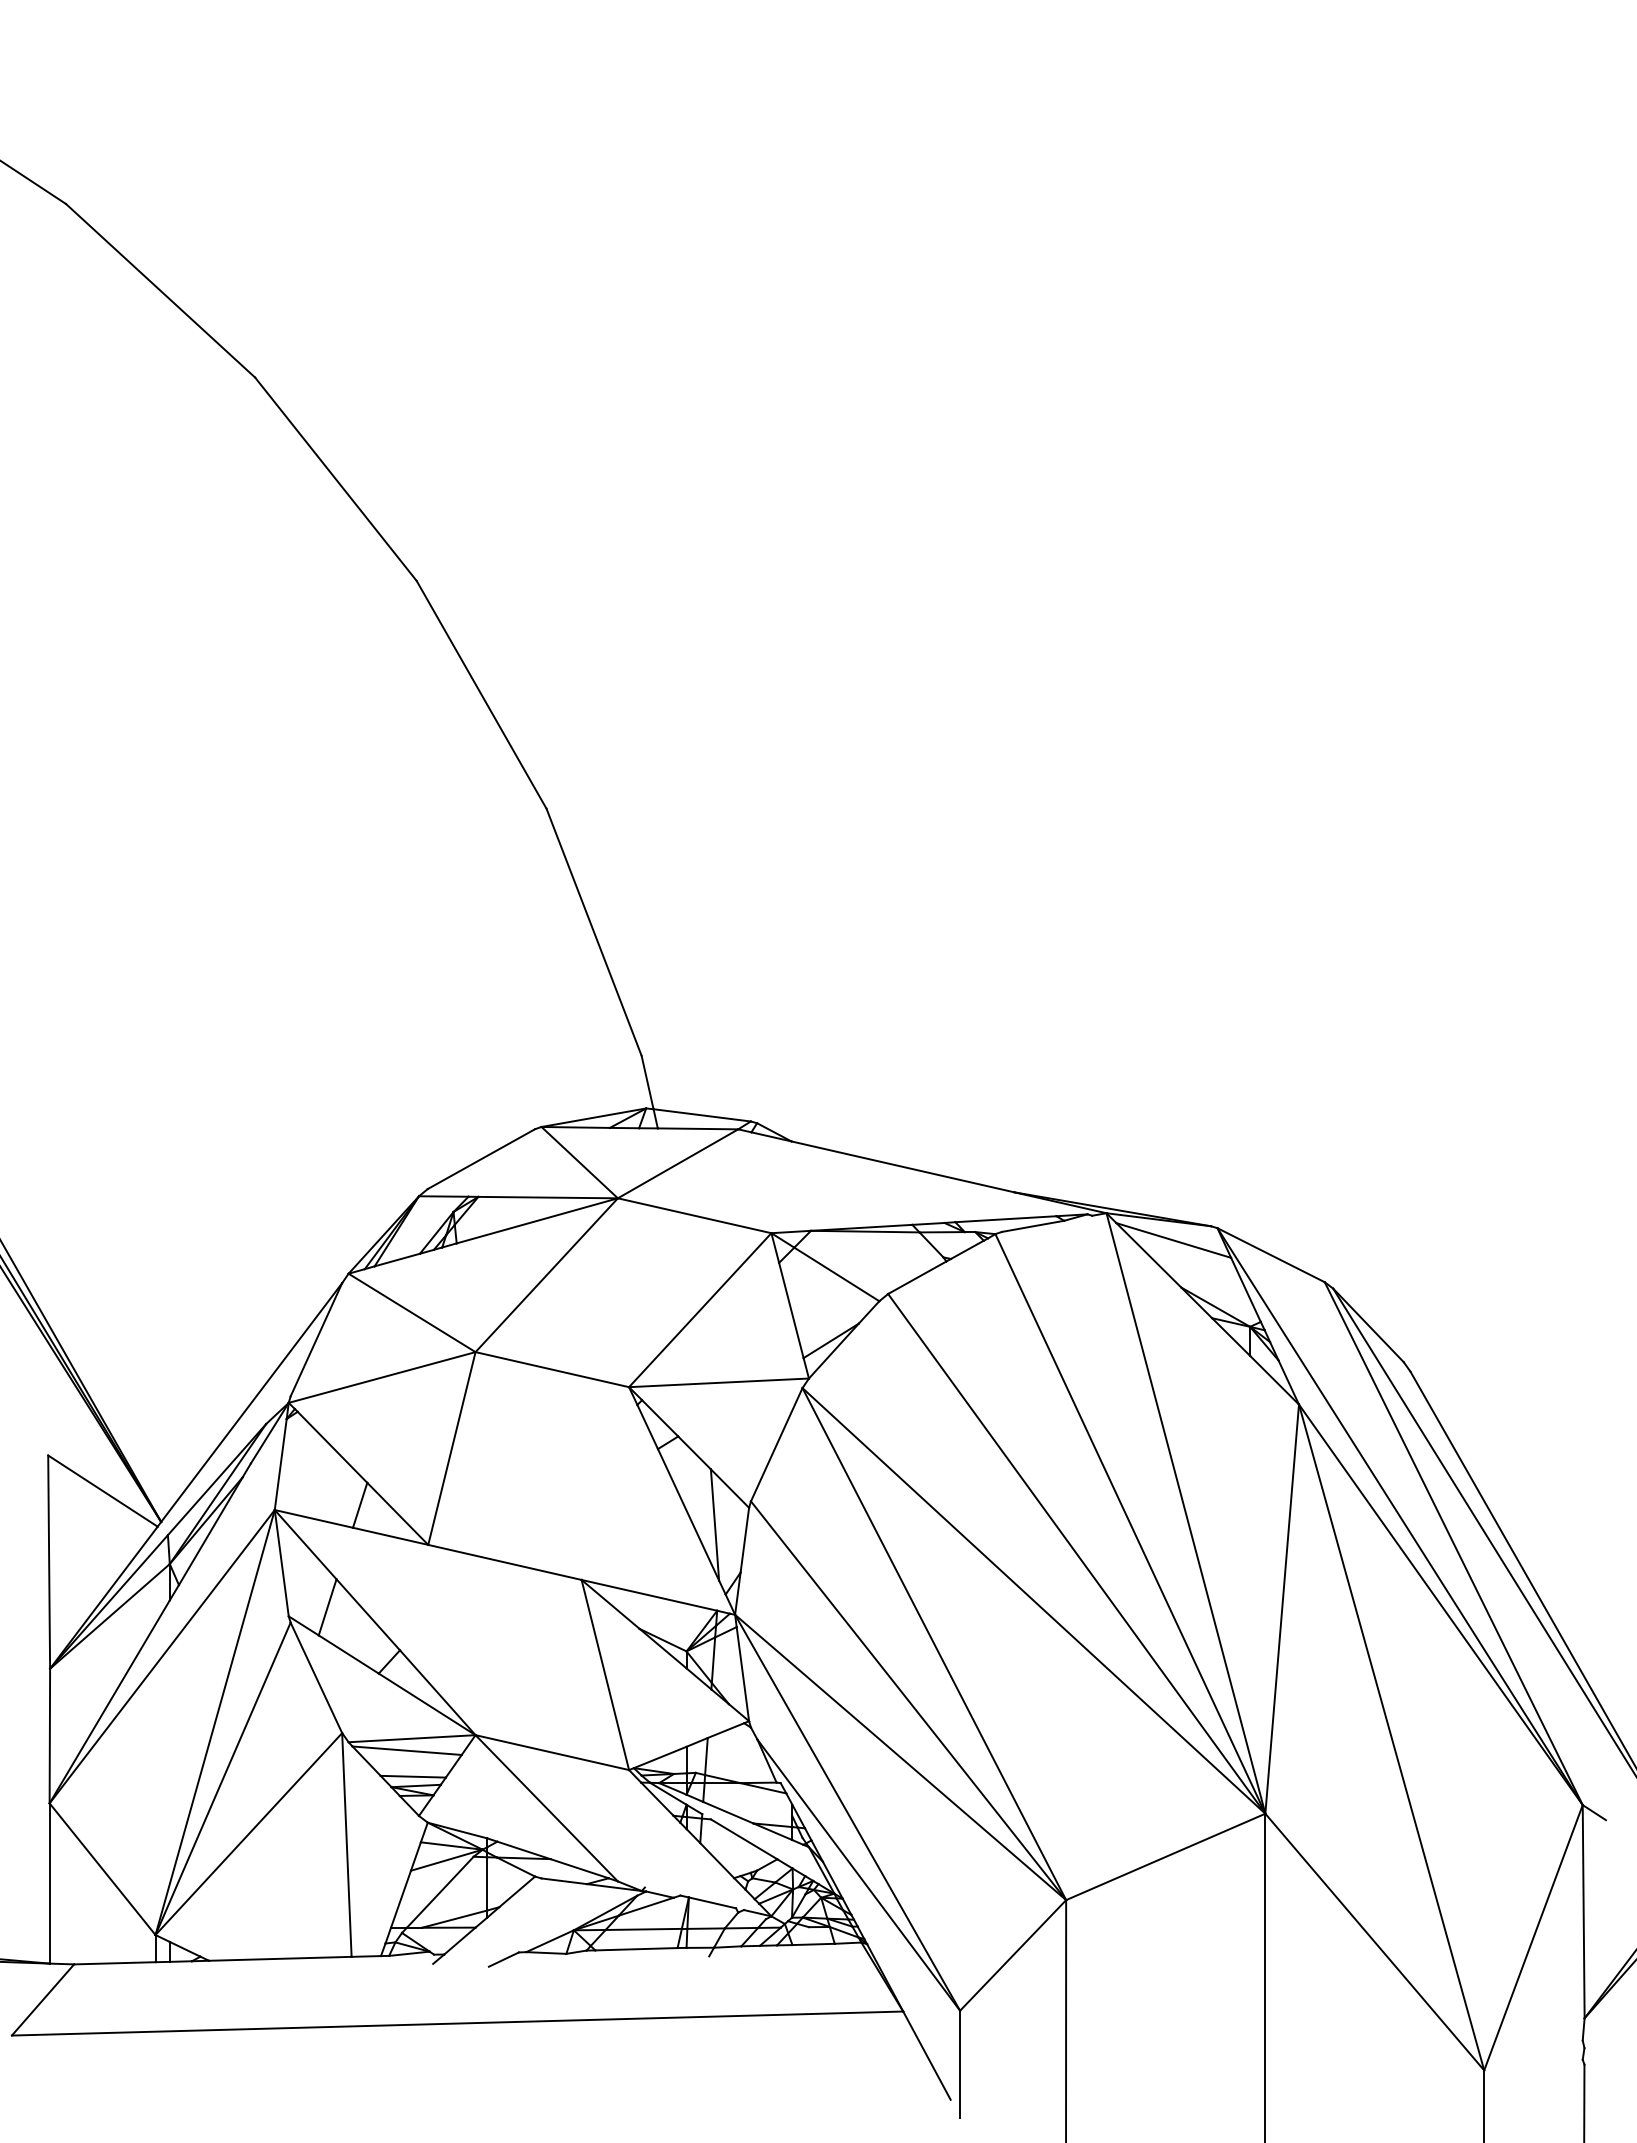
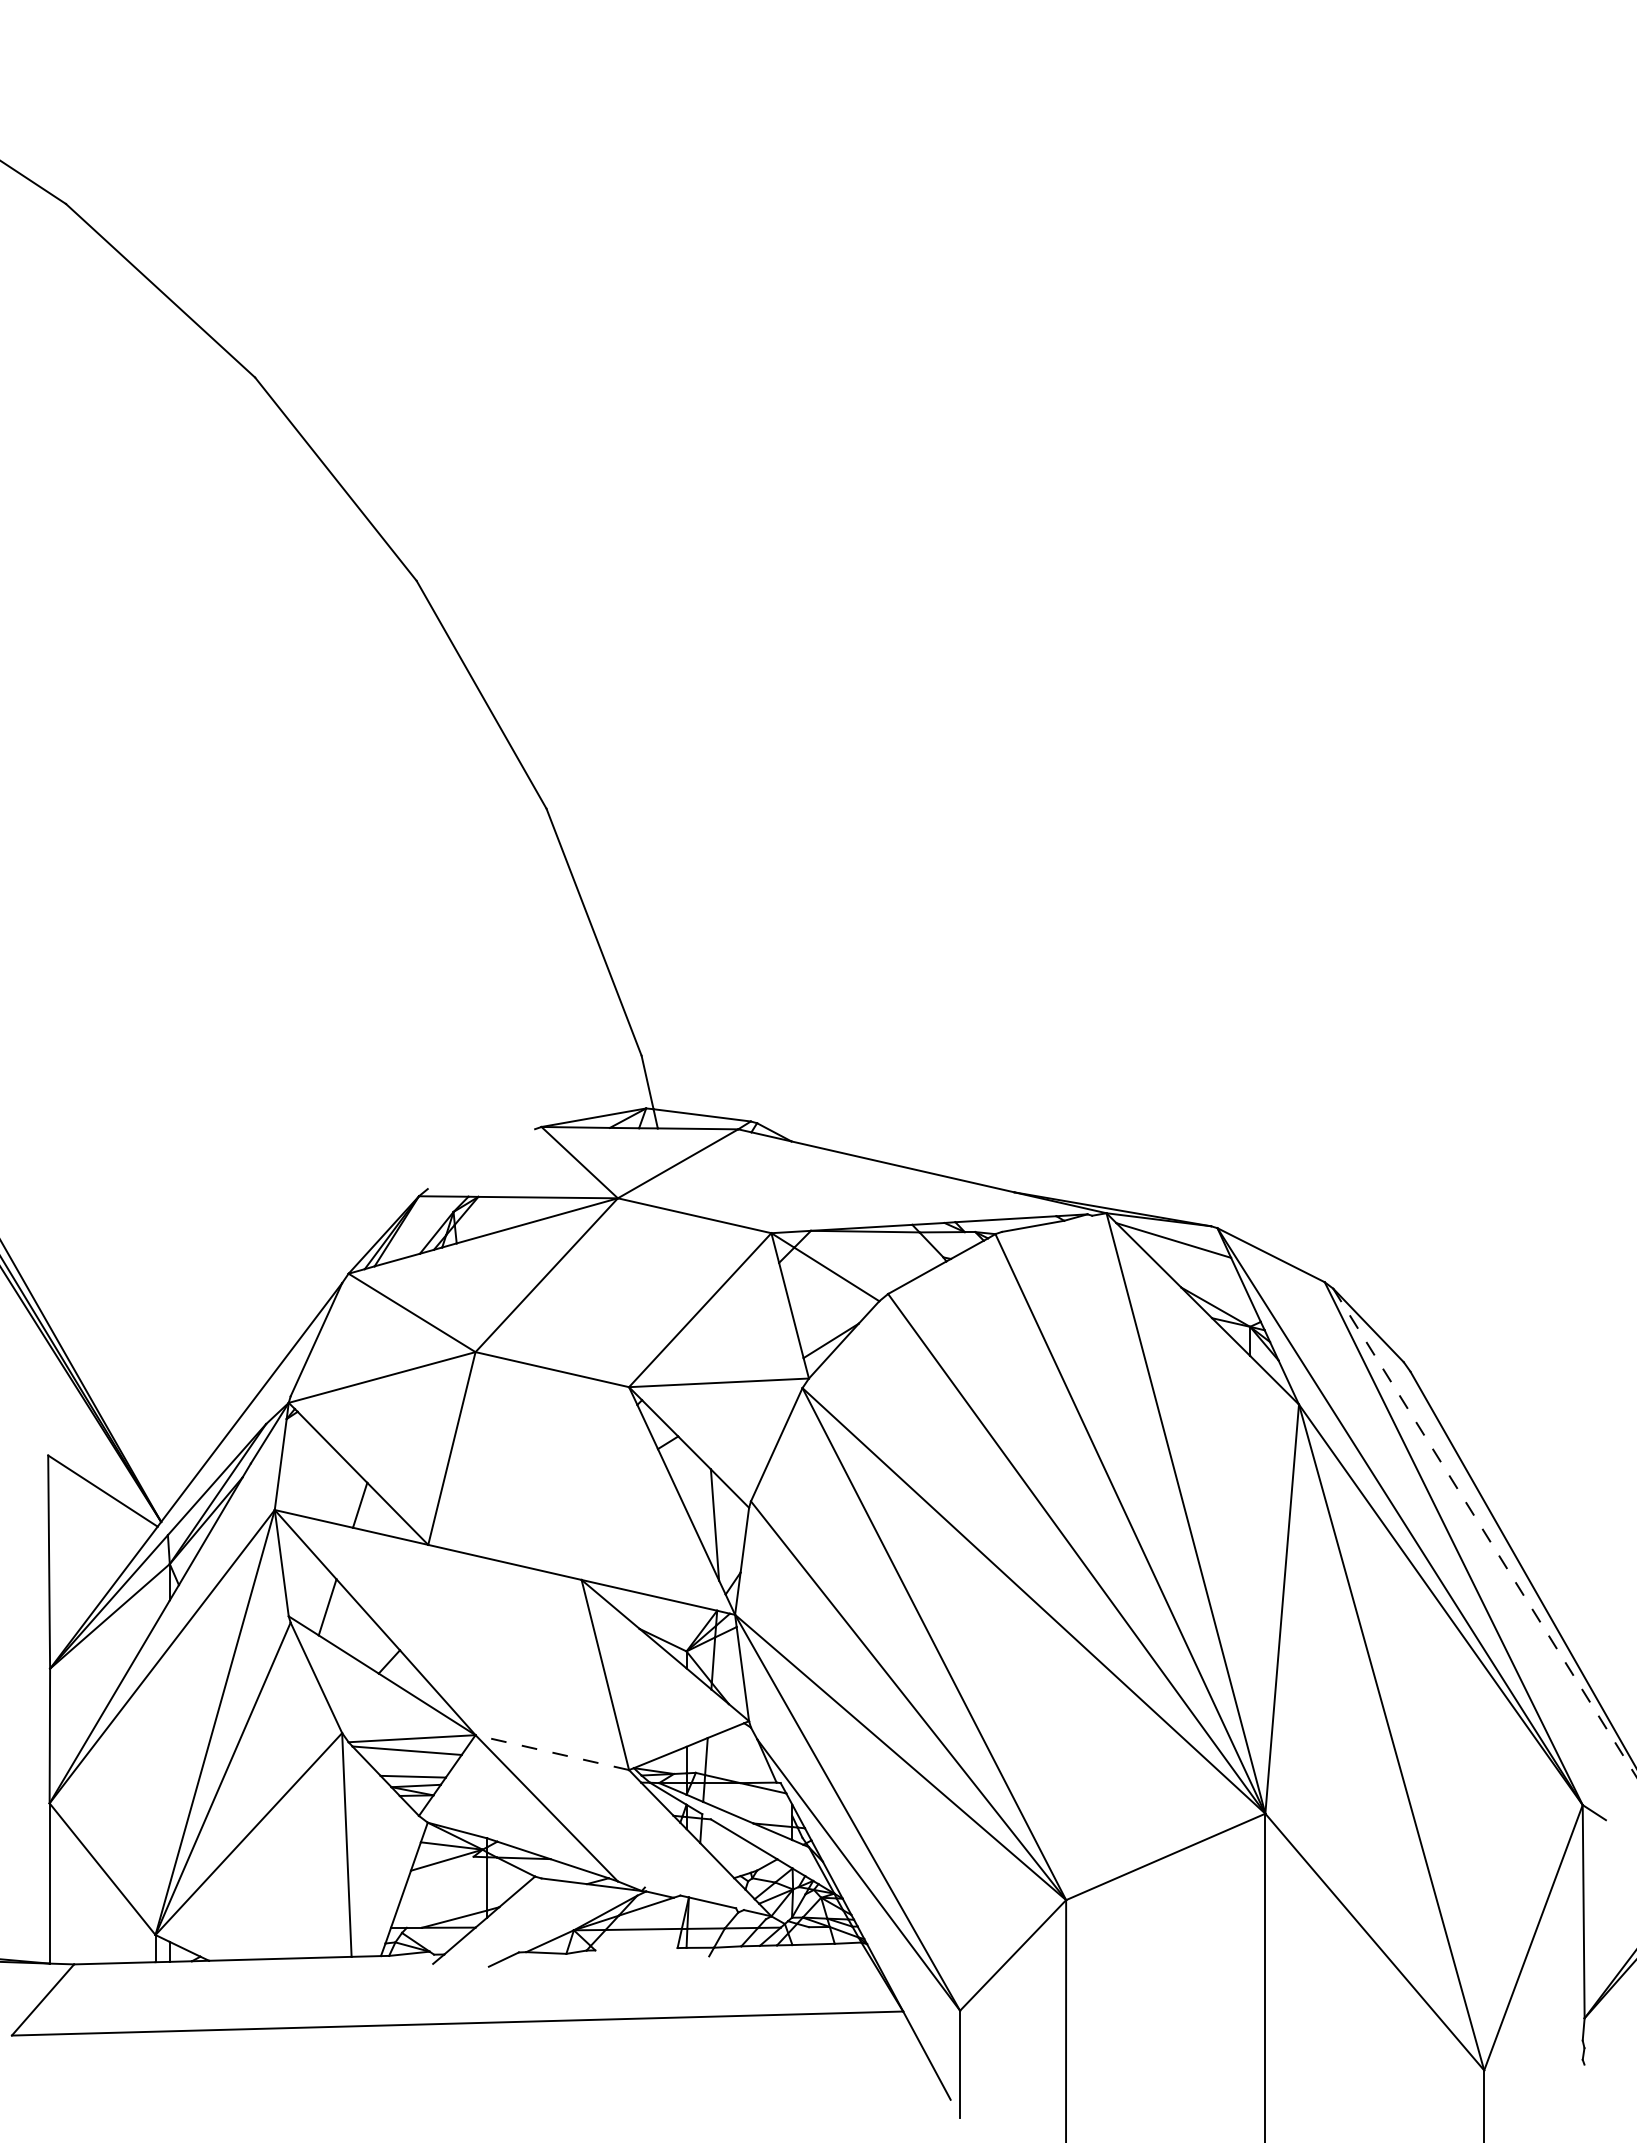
line at (481, 1159): present -> none
line at (1485, 1533): solid -> dashed
line at (552, 1752): solid -> dashed
line at (439, 1891): present -> none
line at (636, 1949): present -> none
line at (1584, 2101): present -> none
